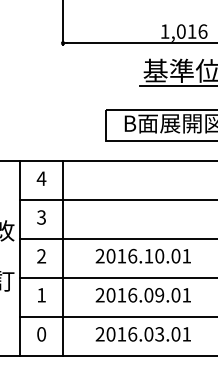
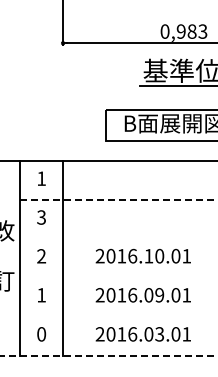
text at (183, 31): 1,016 -> 0,983
text at (41, 178): 4 -> 1
line at (119, 199): solid -> dashed
line at (117, 238): present -> none
line at (117, 277): present -> none
line at (117, 316): present -> none
line at (108, 355): solid -> dashed
